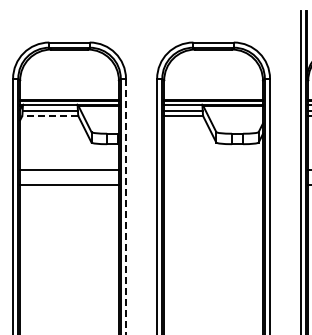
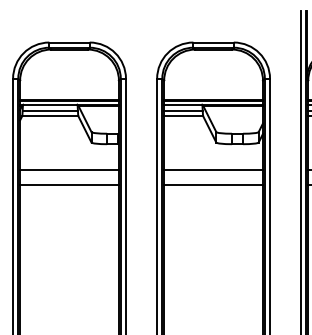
line at (49, 116): dashed -> solid
line at (213, 169): none -> present
line at (213, 185): none -> present
line at (125, 206): dashed -> solid
